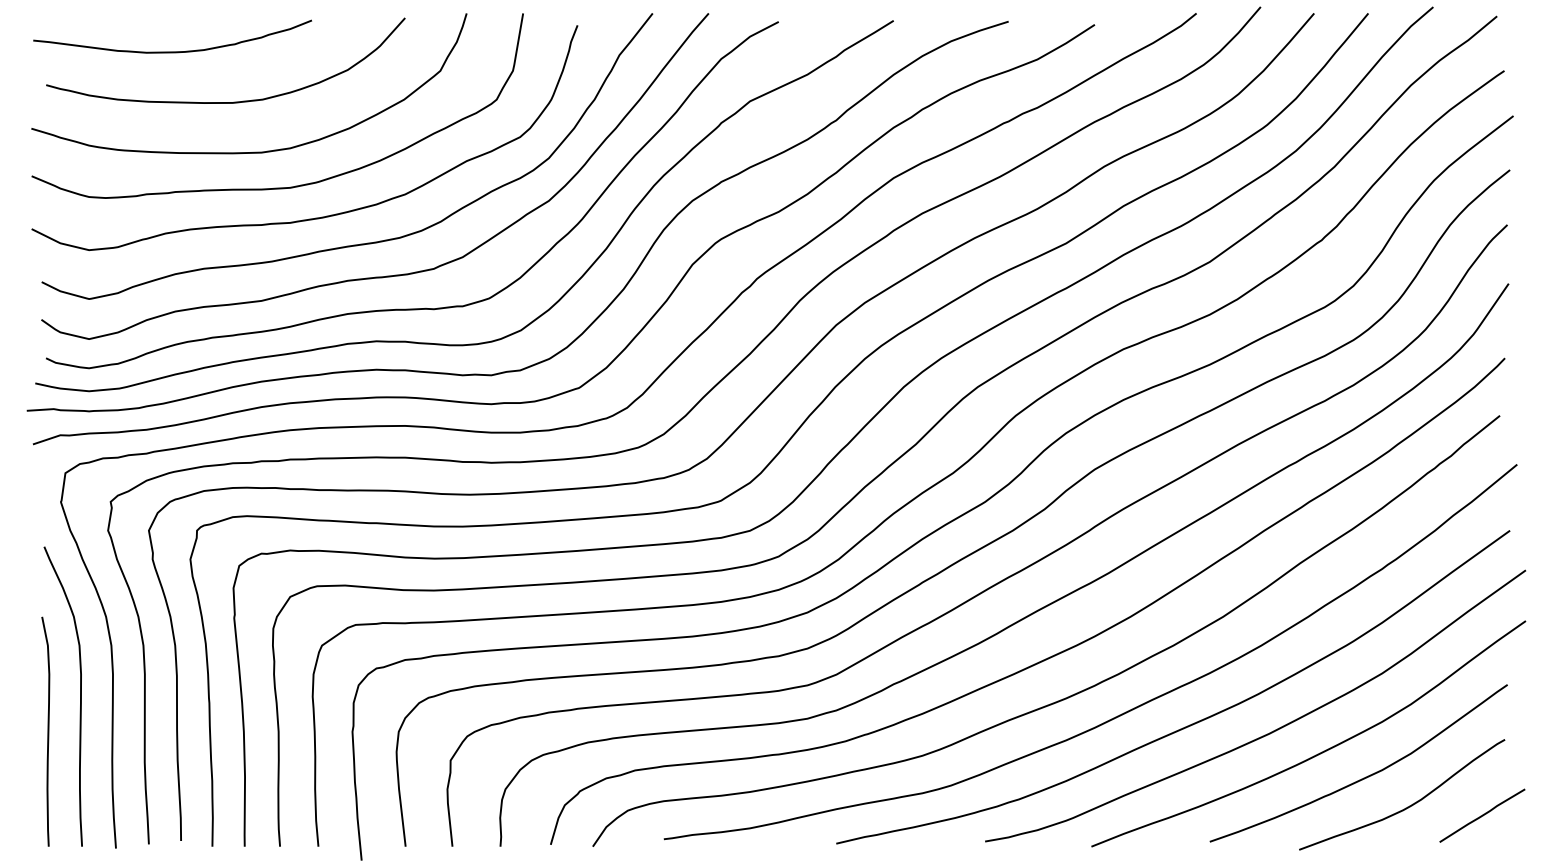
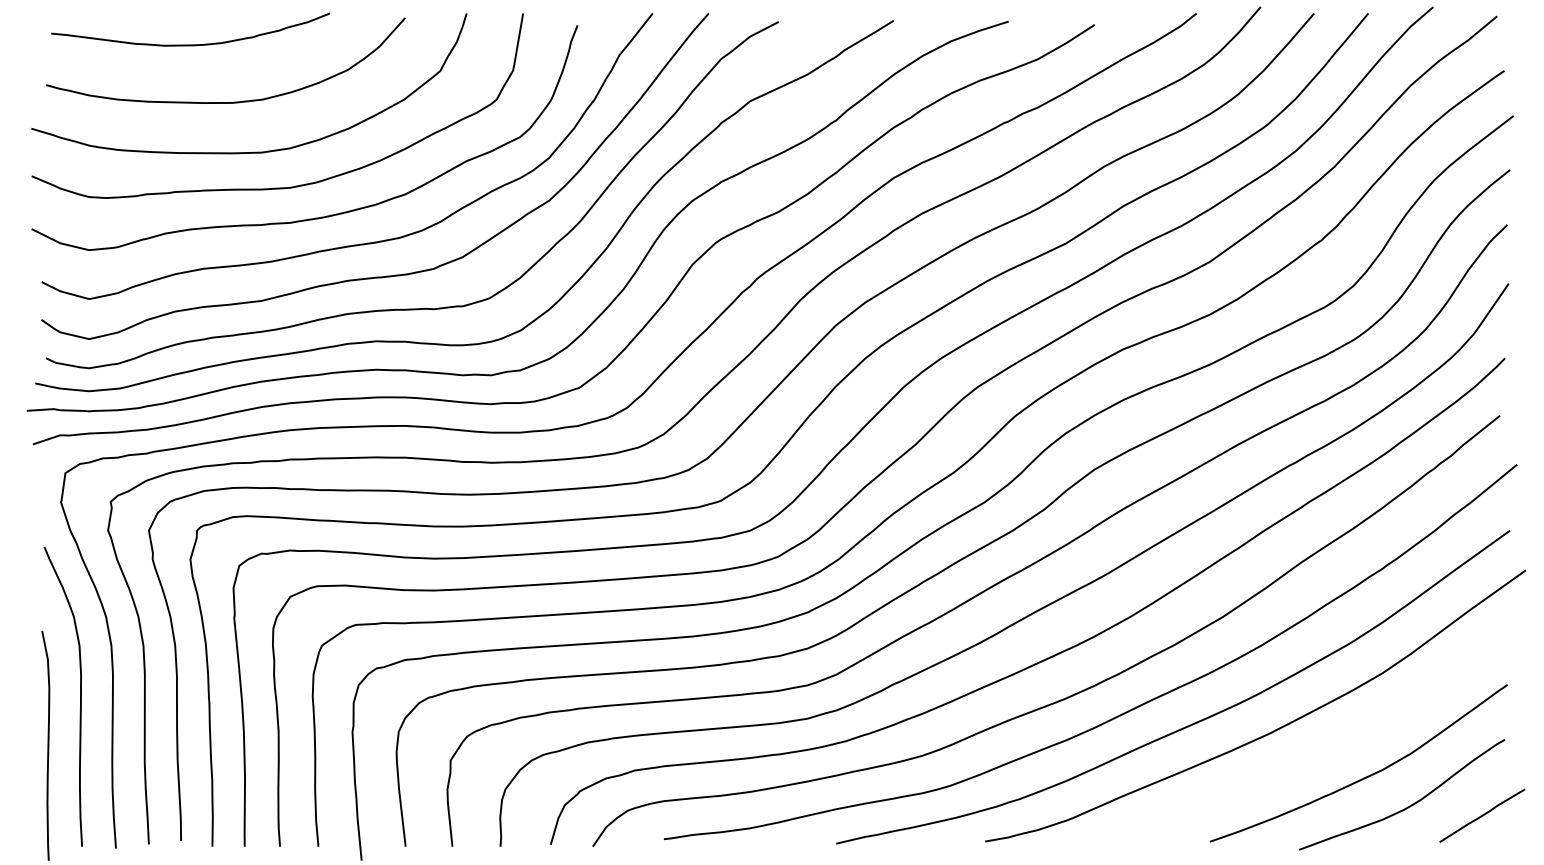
curve at (172, 51) position: (172, 51) -> (190, 44)
curve at (47, 731) position: (47, 731) -> (47, 745)
curve at (1317, 753): present -> none
